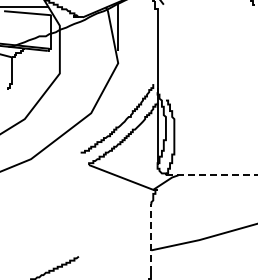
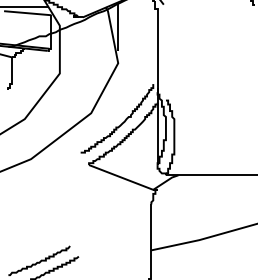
line at (211, 175): dashed -> solid
line at (151, 238): dashed -> solid
curve at (40, 260): none -> present
